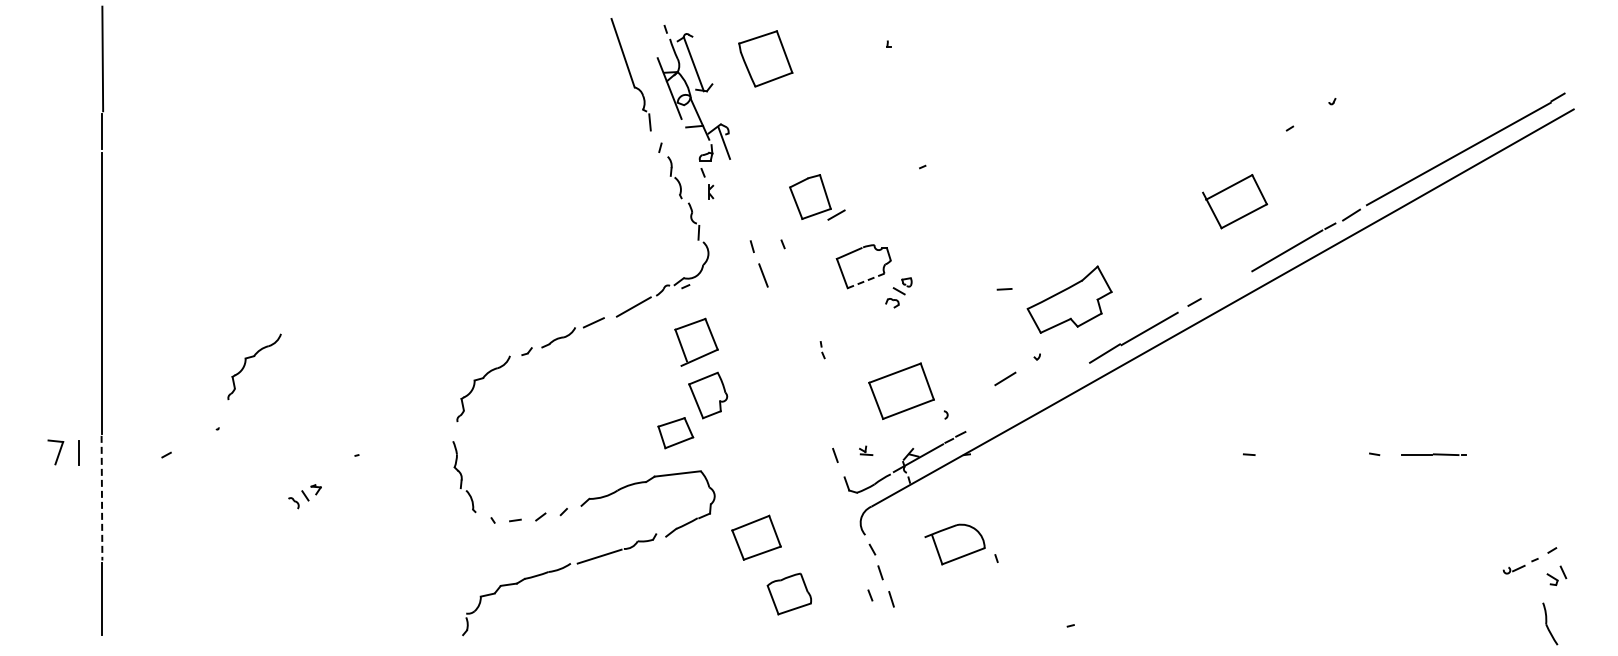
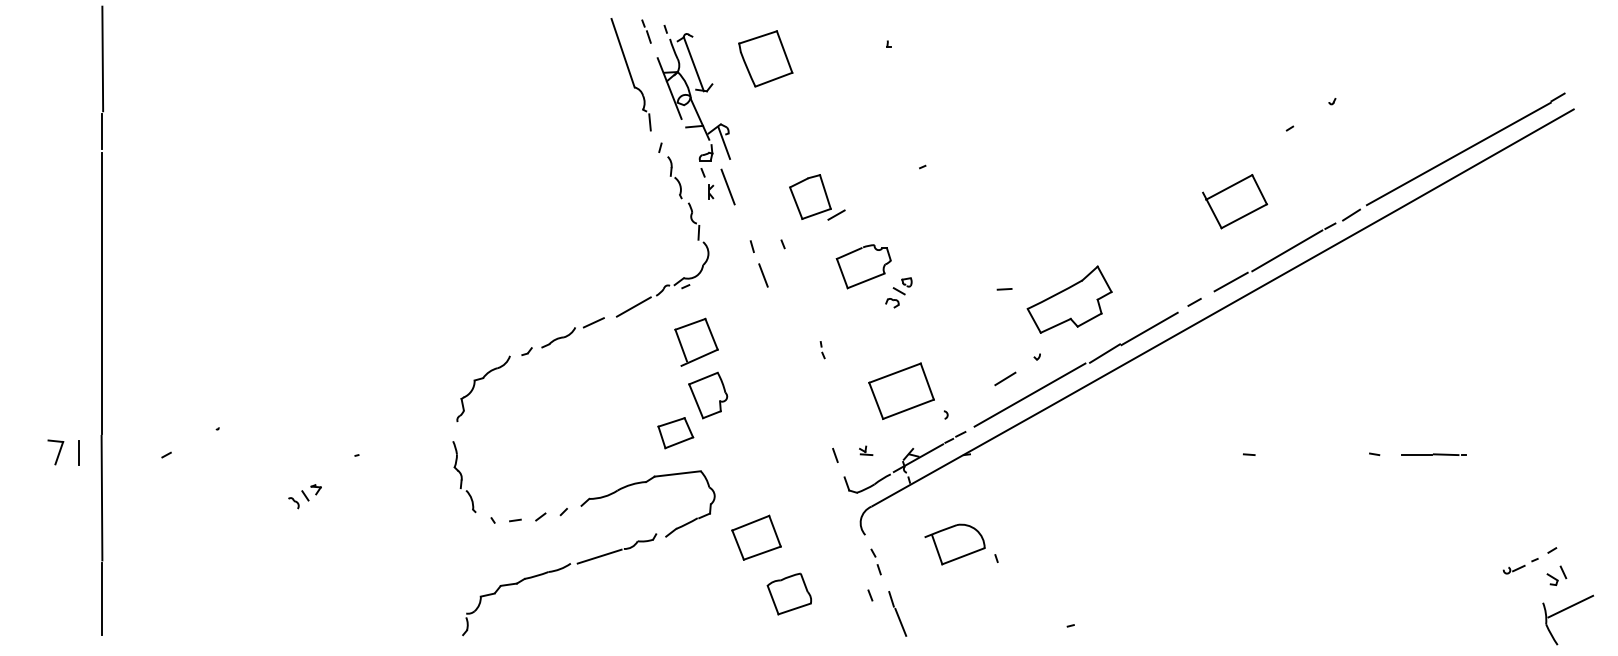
line at (646, 31): none -> present
line at (727, 186): none -> present
line at (866, 280): dashed -> solid
line at (1230, 281): none -> present
part at (250, 358): present -> none
line at (1029, 394): none -> present
line at (102, 498): dashed -> solid
part at (875, 561) size: 16x38 px -> 12x28 px
line at (1570, 606): none -> present
line at (900, 621): none -> present
